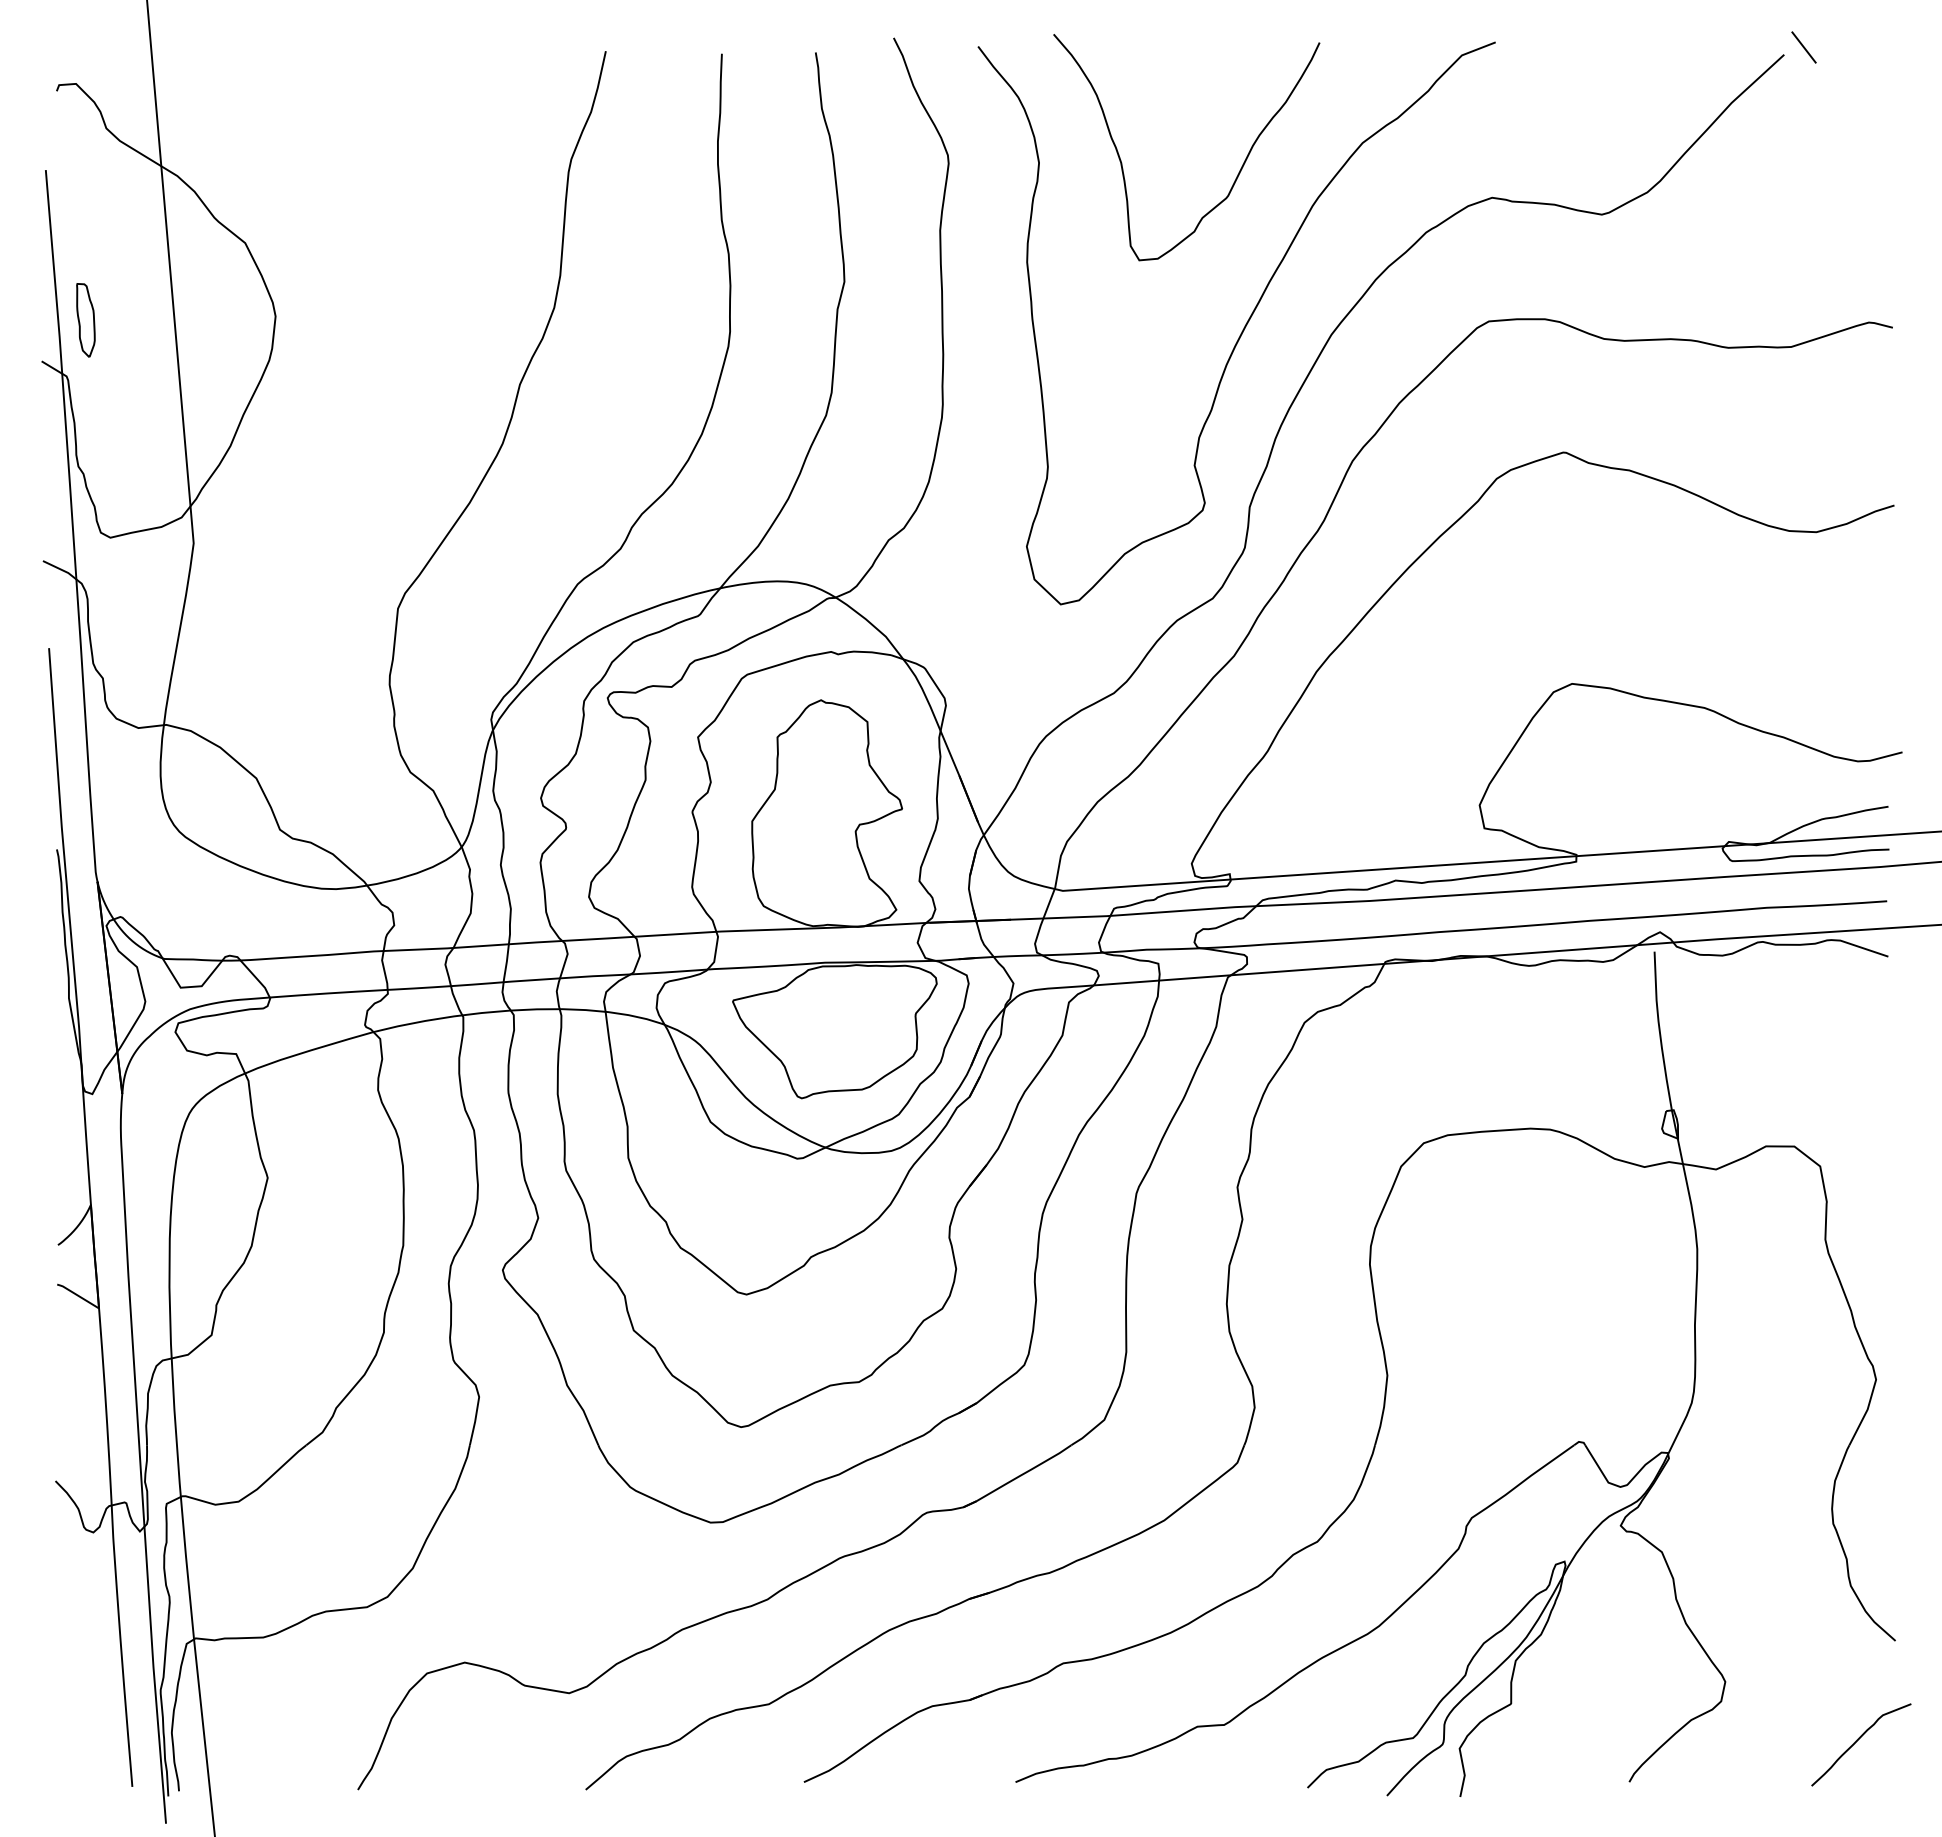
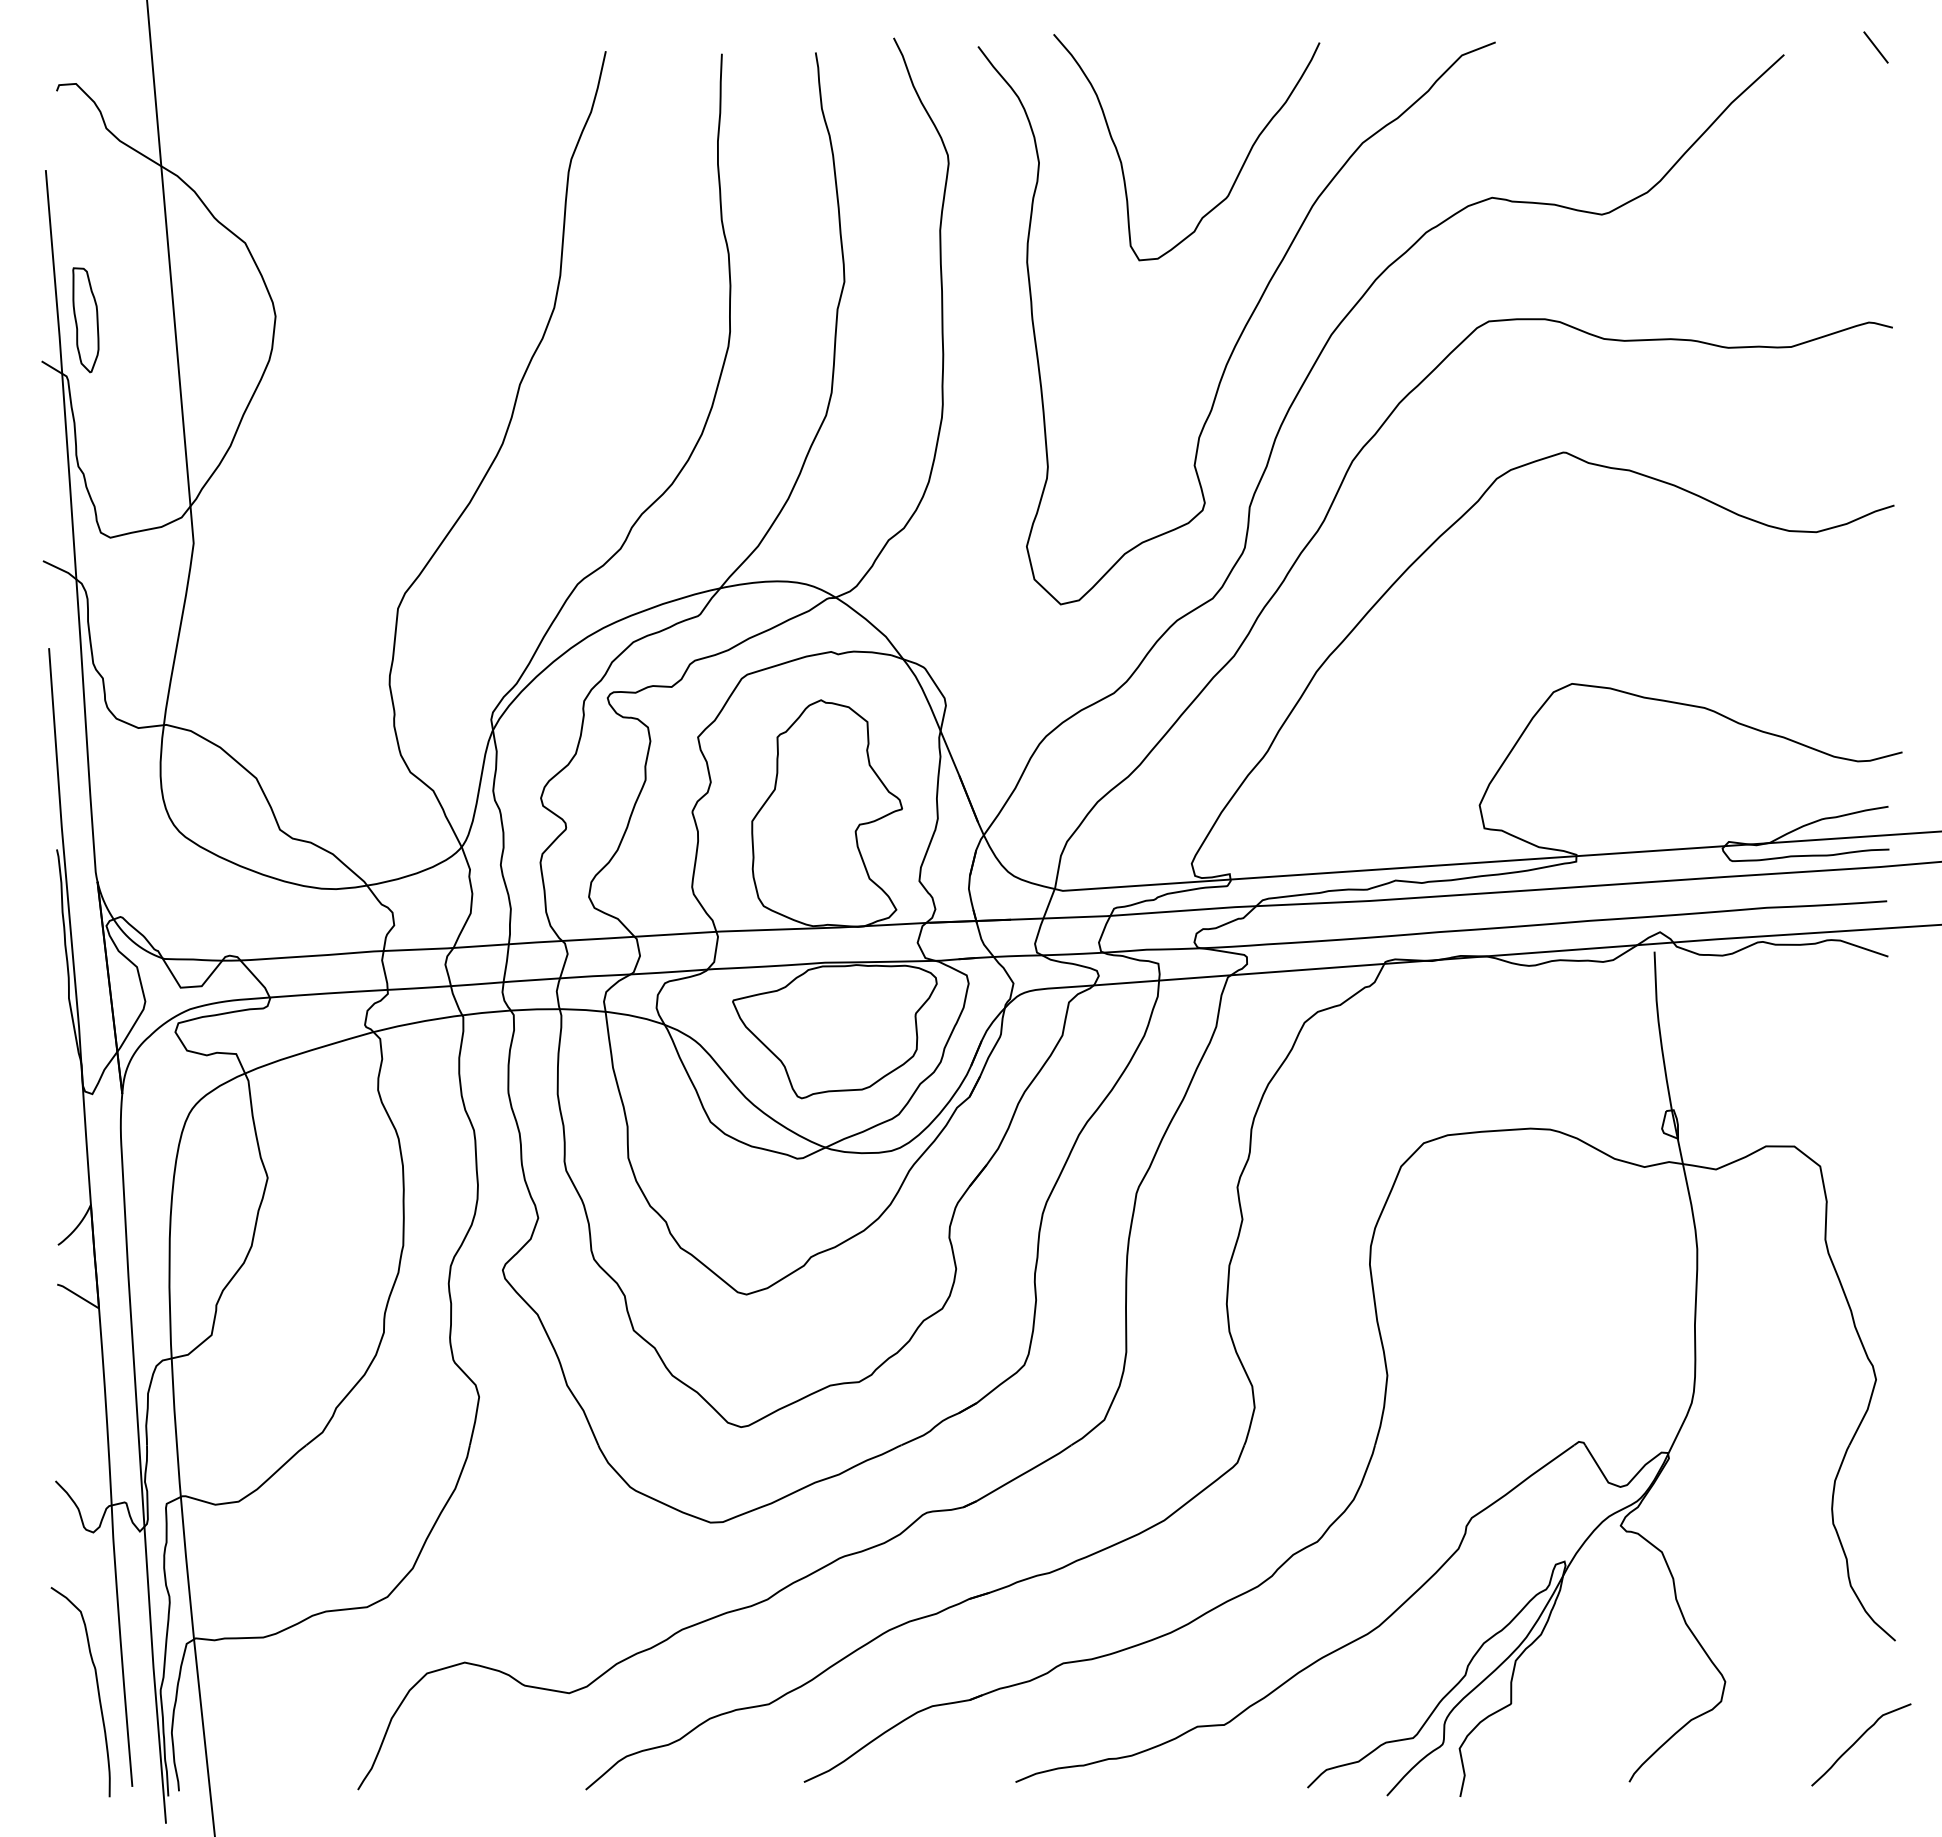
line at (1803, 47) position: (1803, 47) -> (1875, 47)
part at (85, 320) size: 20x75 px -> 28x107 px
curve at (97, 1692): none -> present
